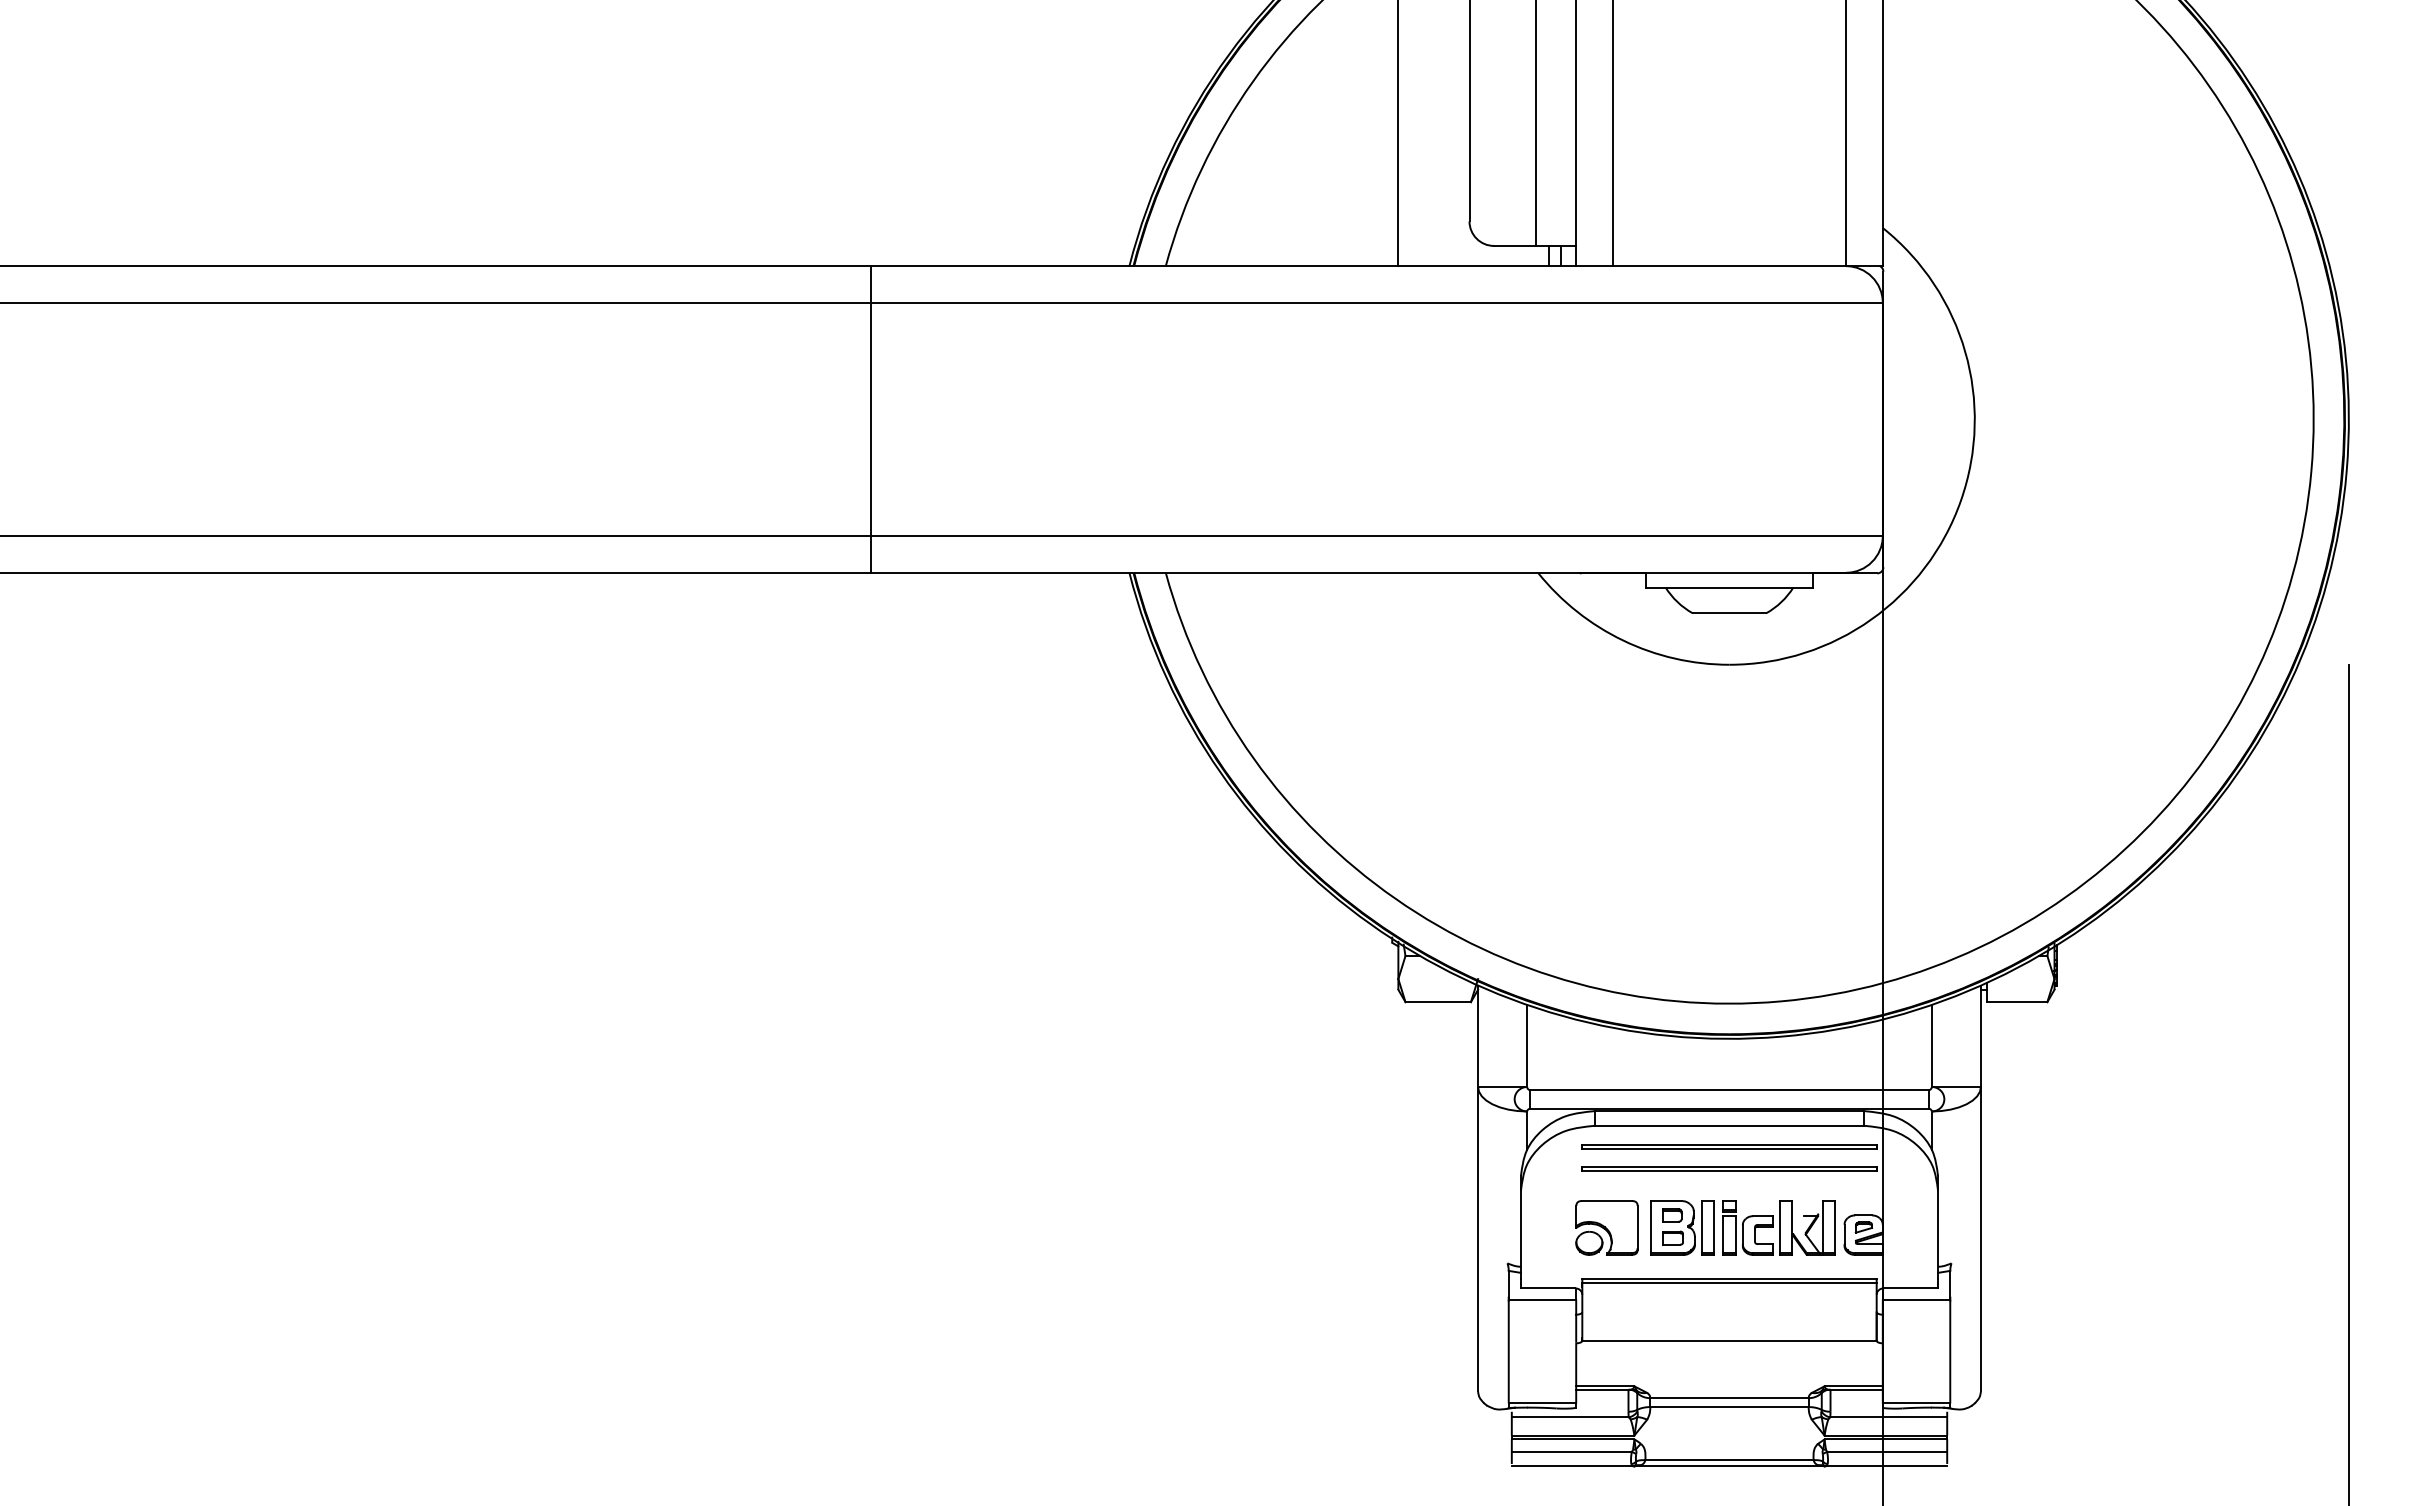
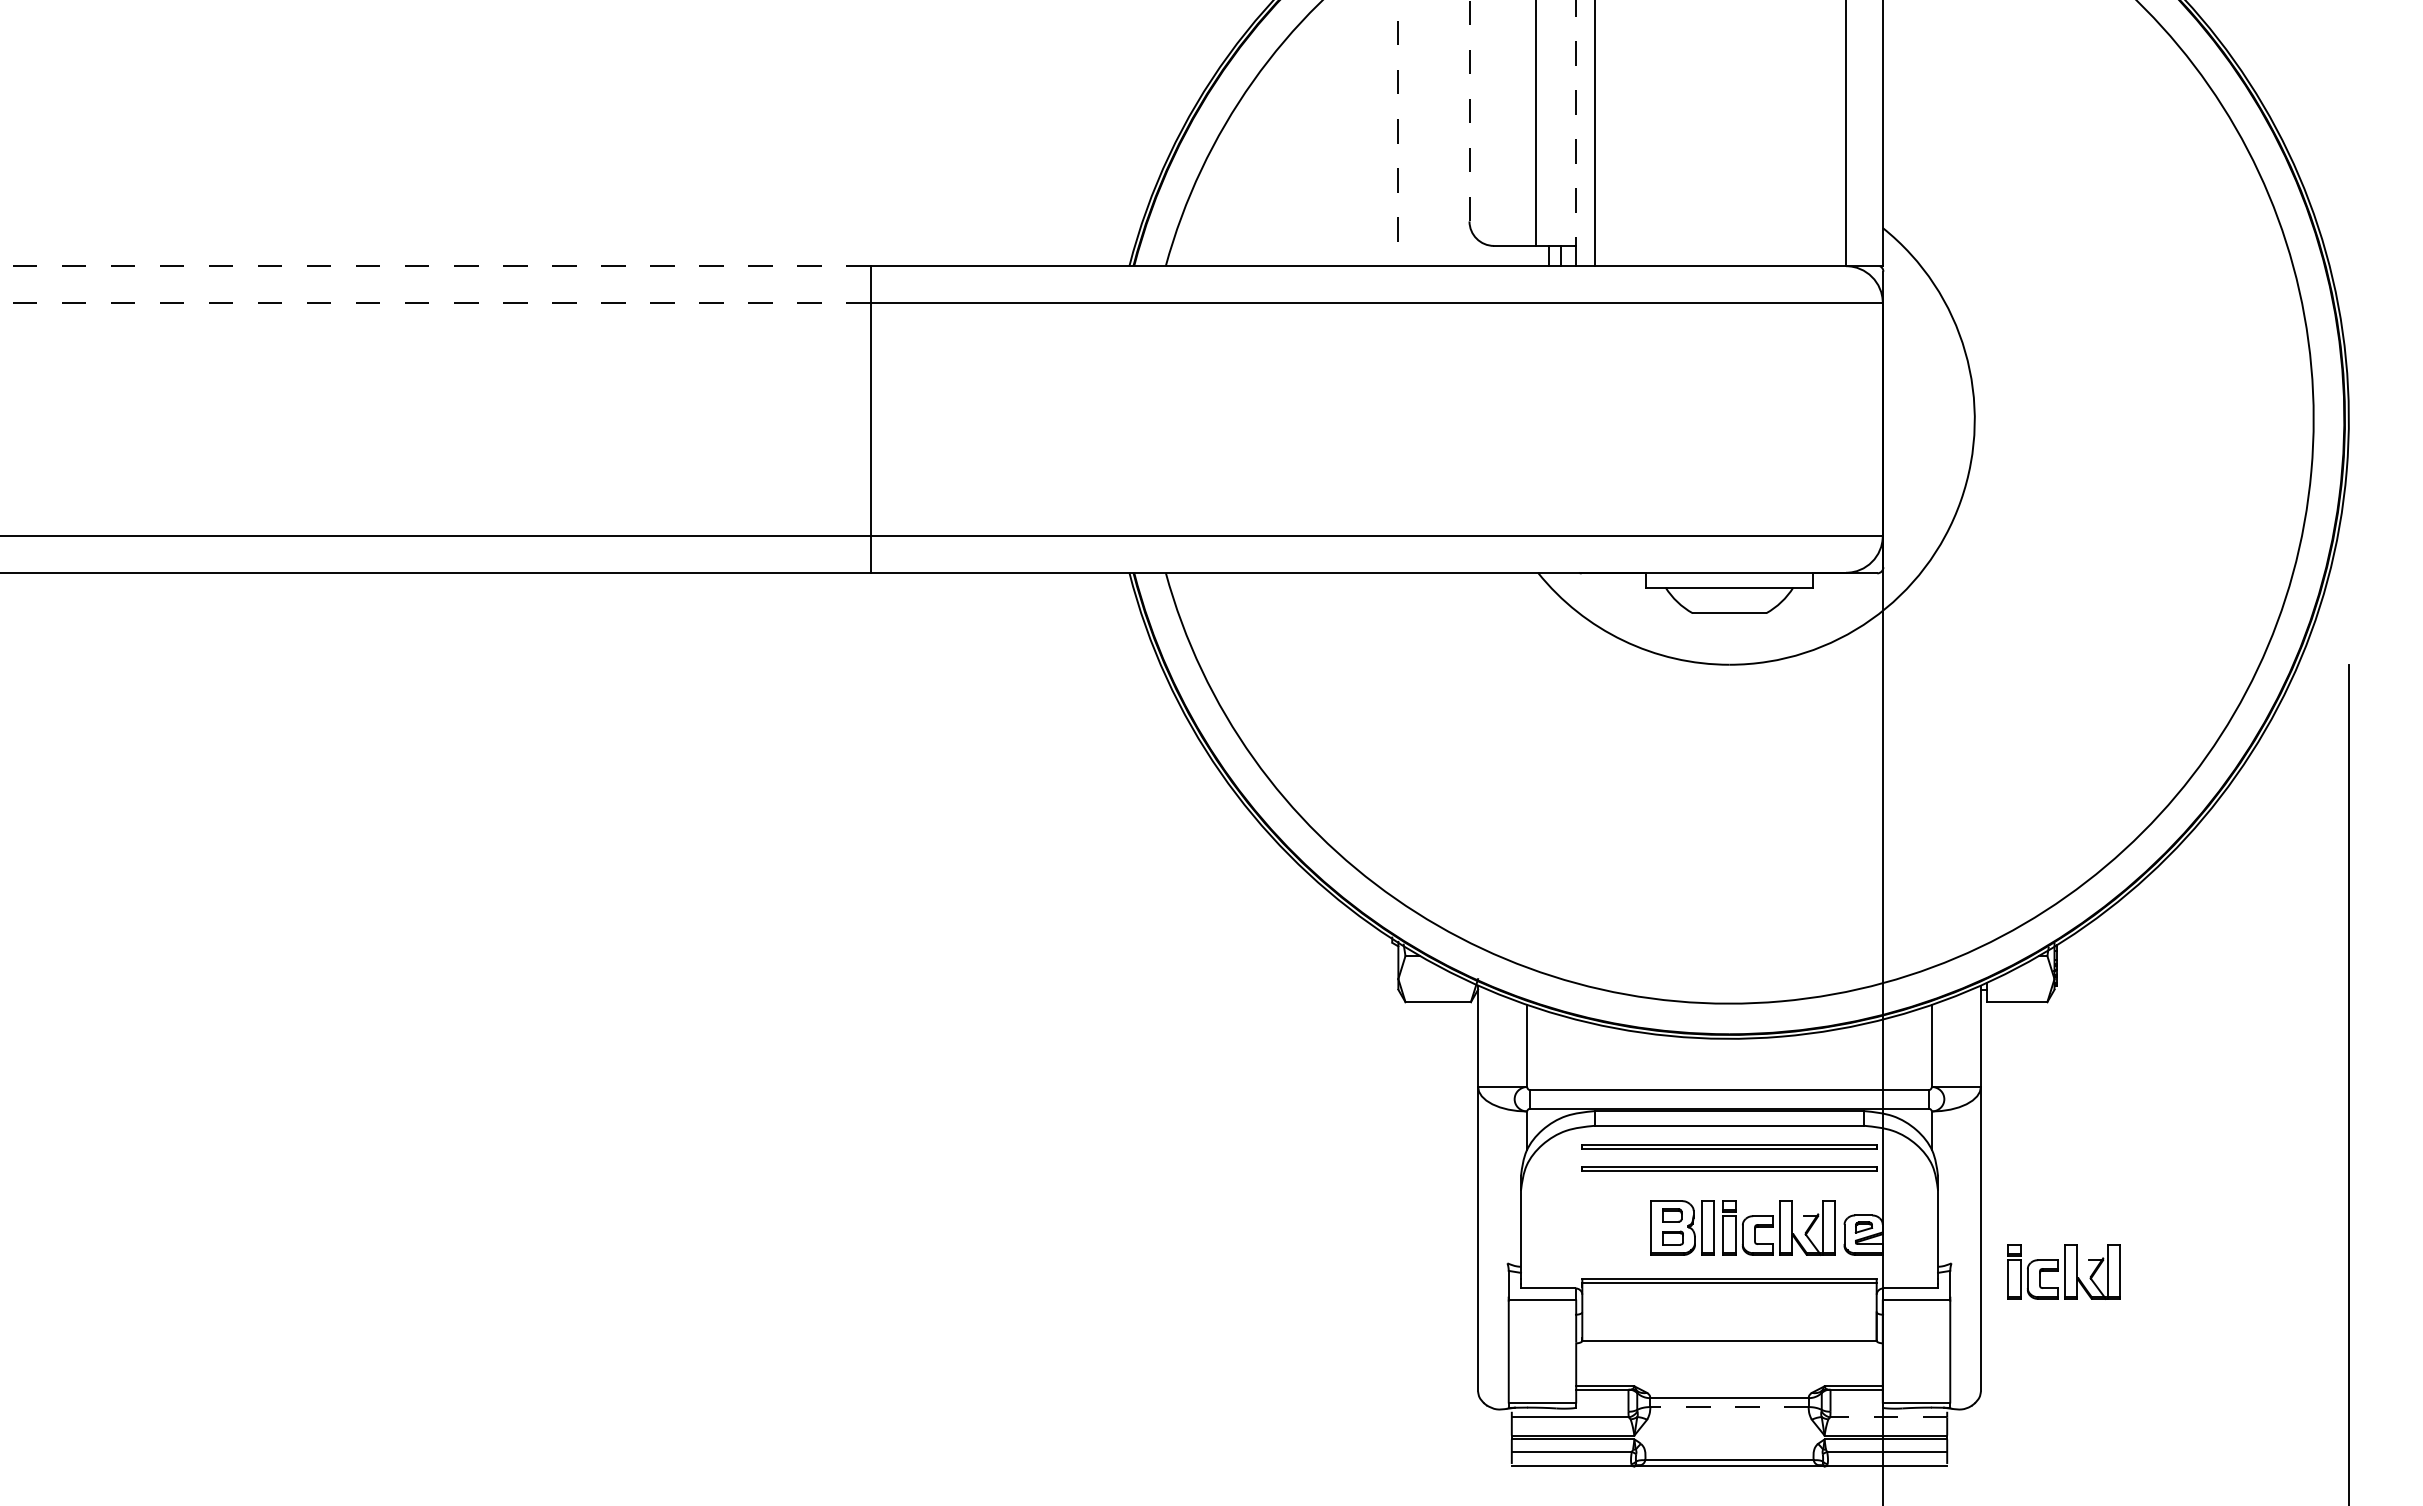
line at (1469, 110): solid -> dashed
line at (1576, 123): solid -> dashed
line at (1398, 133): solid -> dashed
line at (1612, 134) position: (1612, 134) -> (1594, 134)
line at (435, 266): solid -> dashed
line at (435, 302): solid -> dashed
part at (1606, 1227): present -> none
part at (2063, 1271): none -> present
line at (1729, 1407): solid -> dashed
line at (1888, 1417): solid -> dashed
